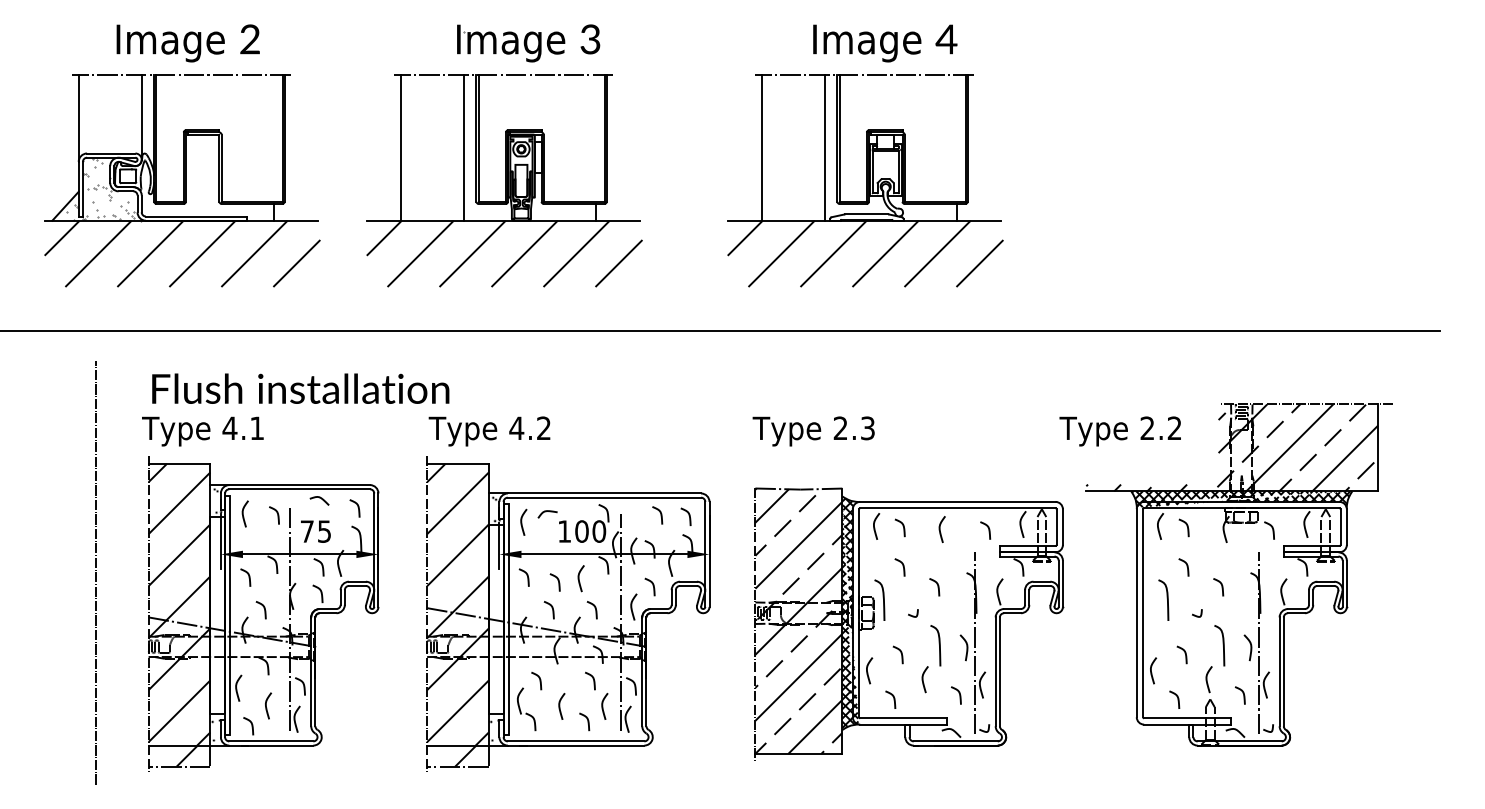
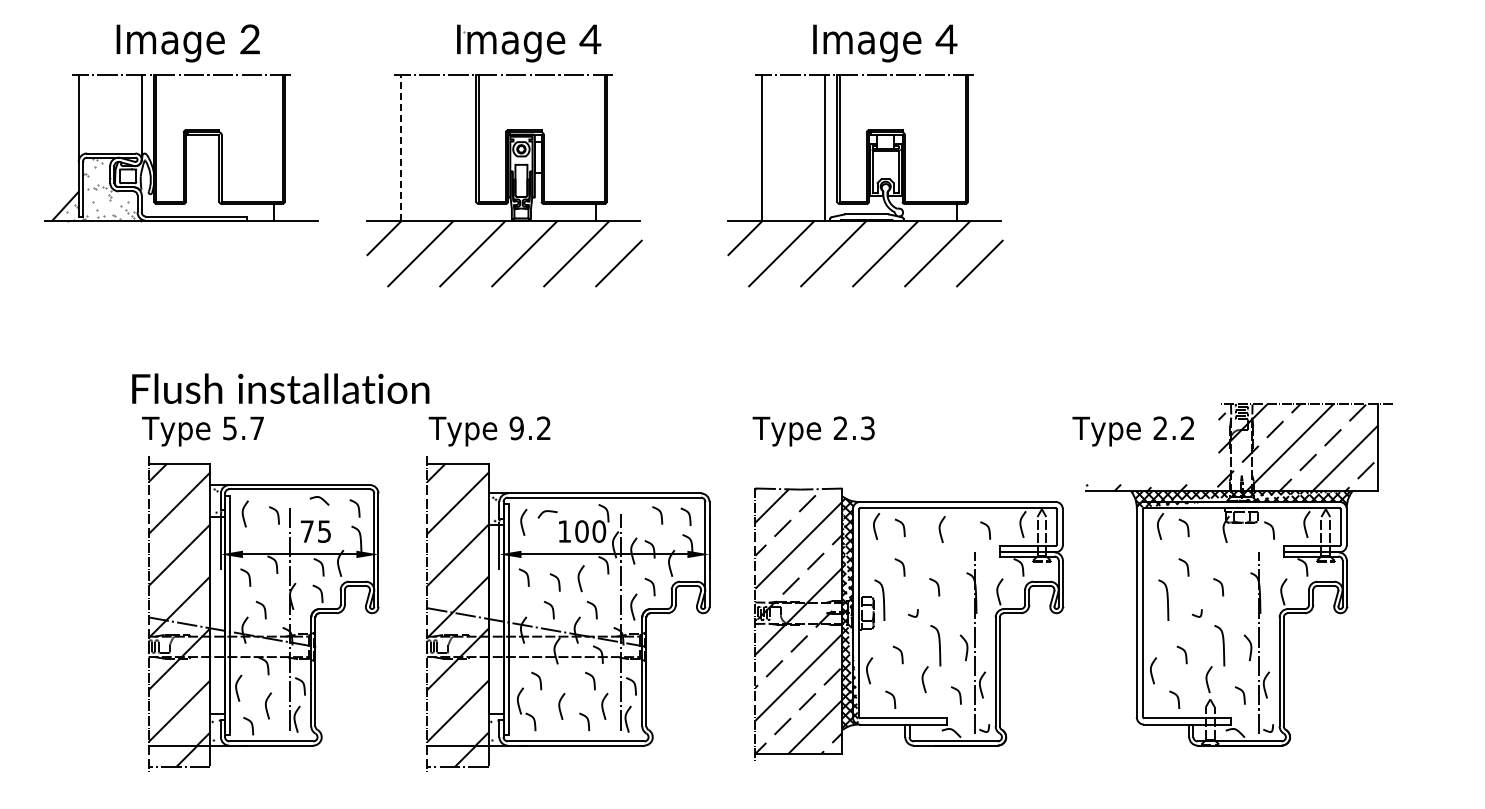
text at (590, 39): 3 -> 4
line at (400, 147): solid -> dashed
line at (463, 147): present -> none
hatch at (182, 253): present -> none
line at (721, 331): present -> none
text at (300, 388) position: (300, 388) -> (280, 388)
text at (242, 428): 4.1 -> 5.7
text at (516, 428): 4.2 -> 9.2
text at (1119, 431) position: (1119, 431) -> (1132, 431)
line at (95, 572): present -> none
